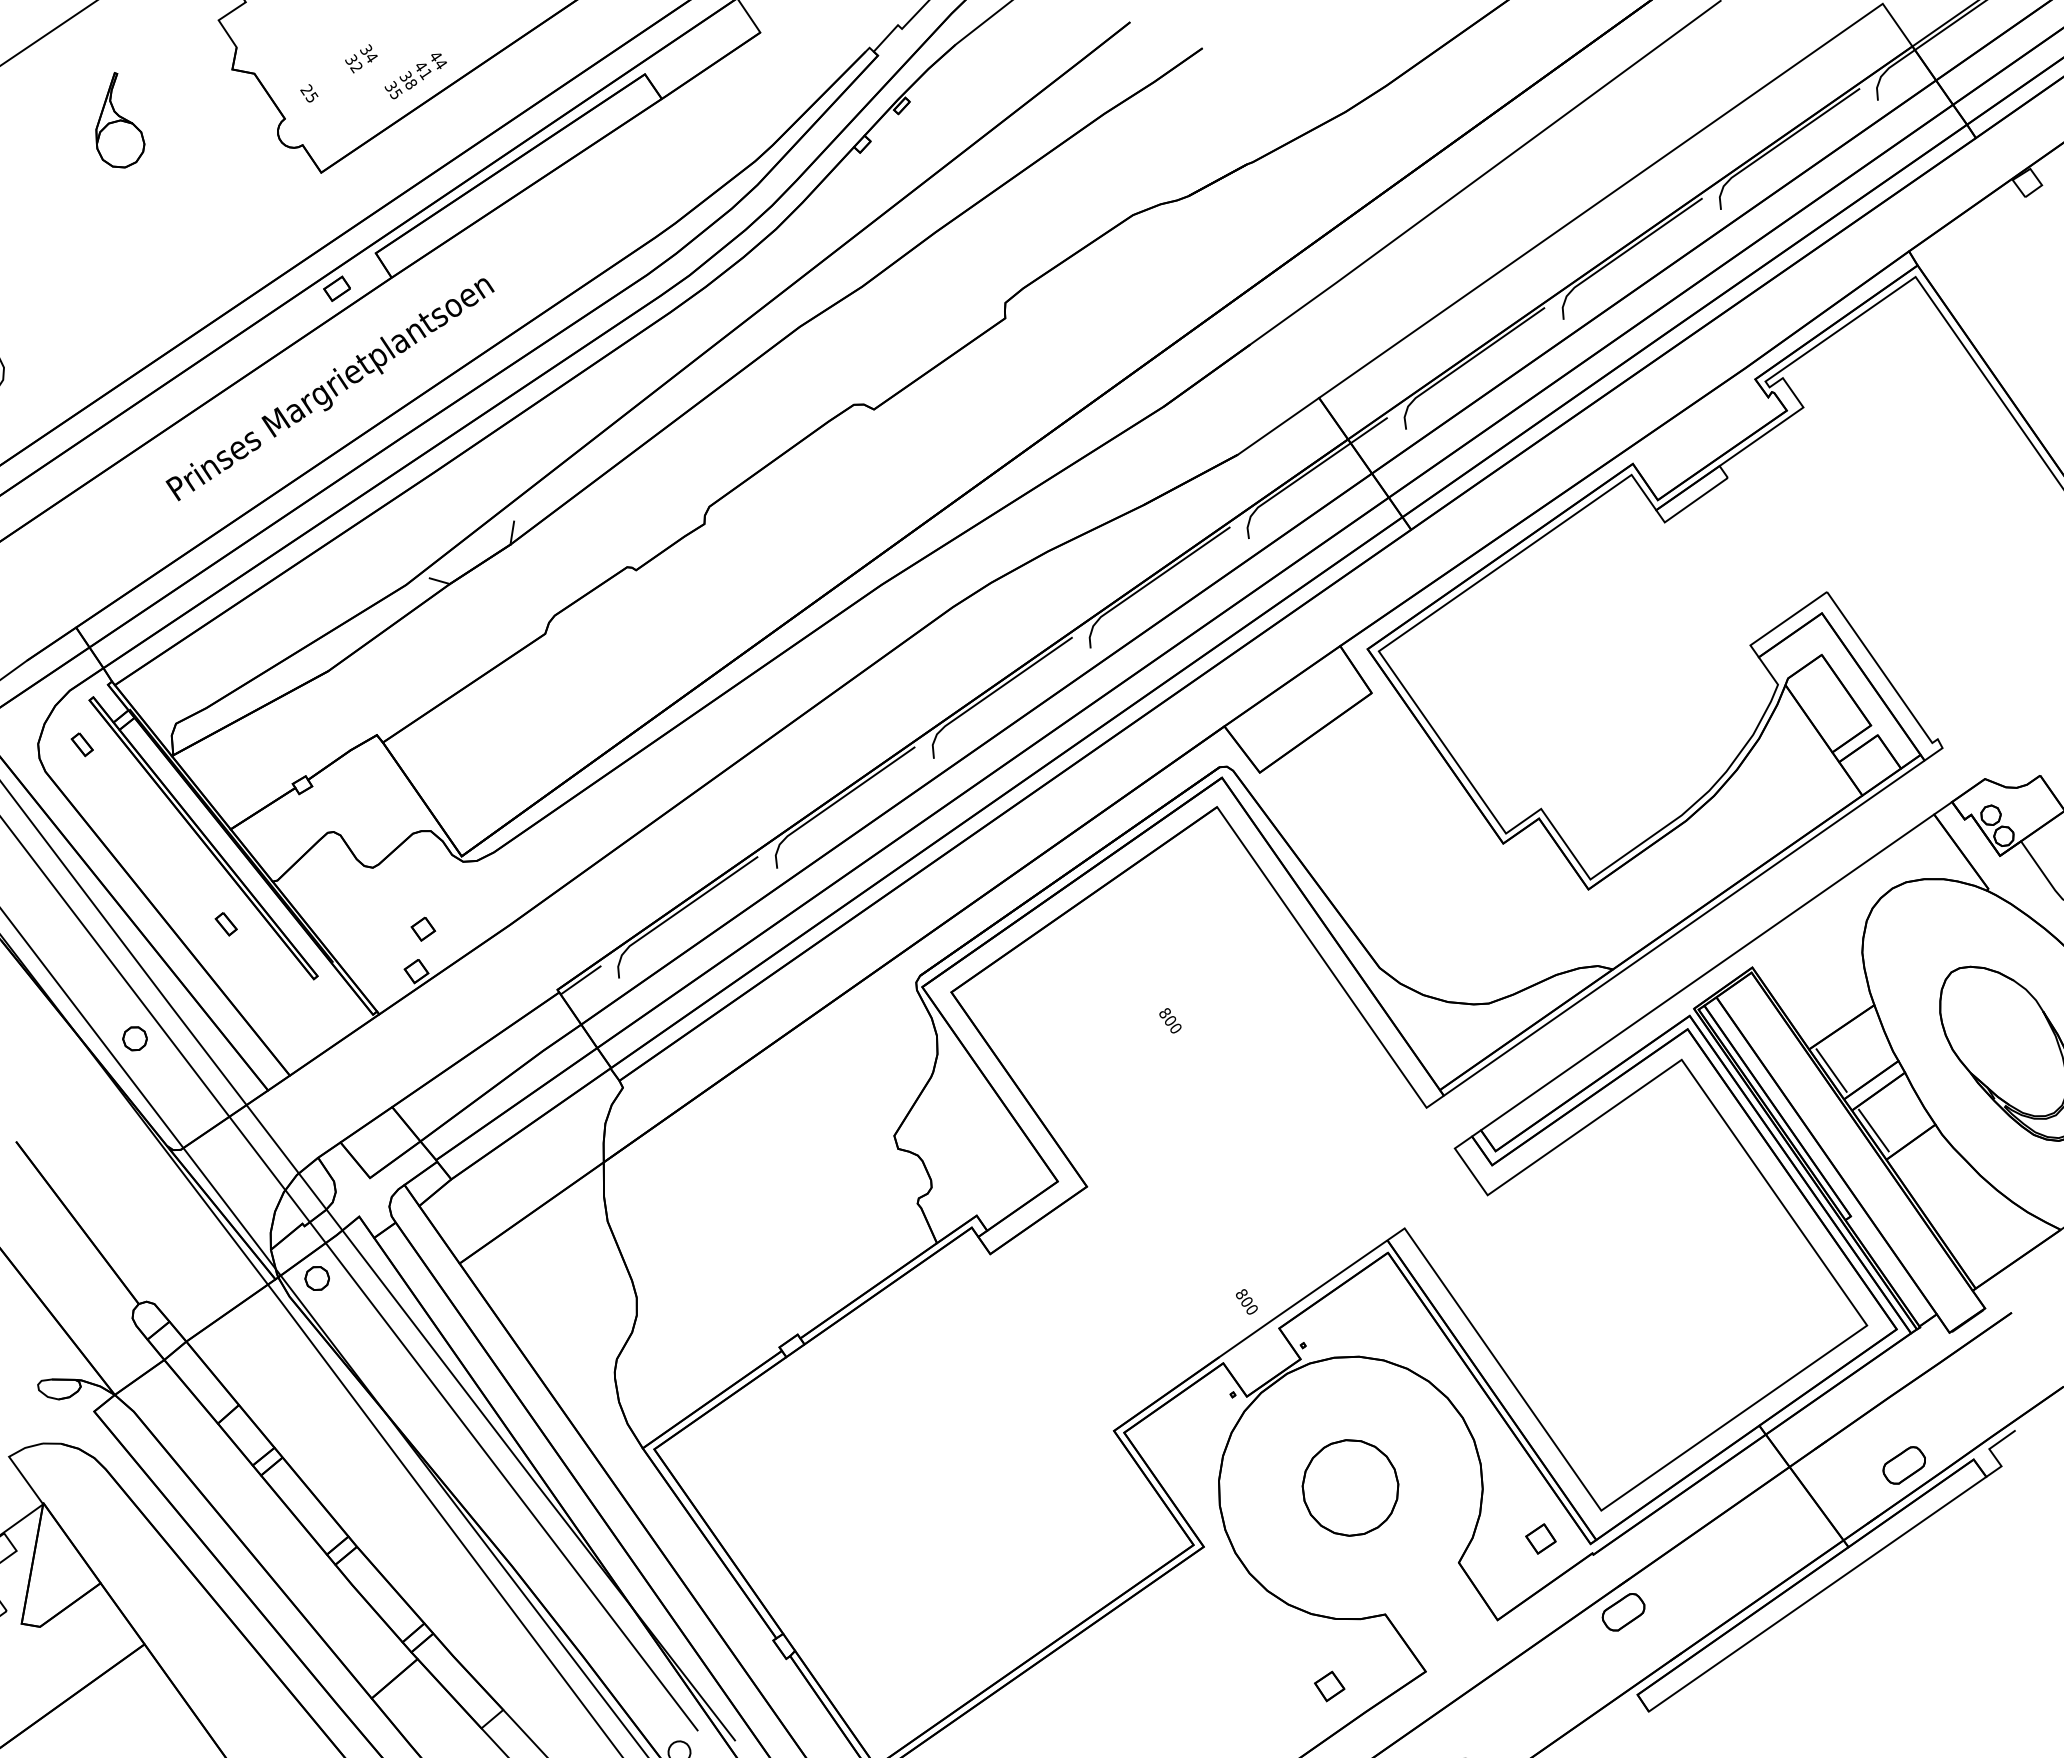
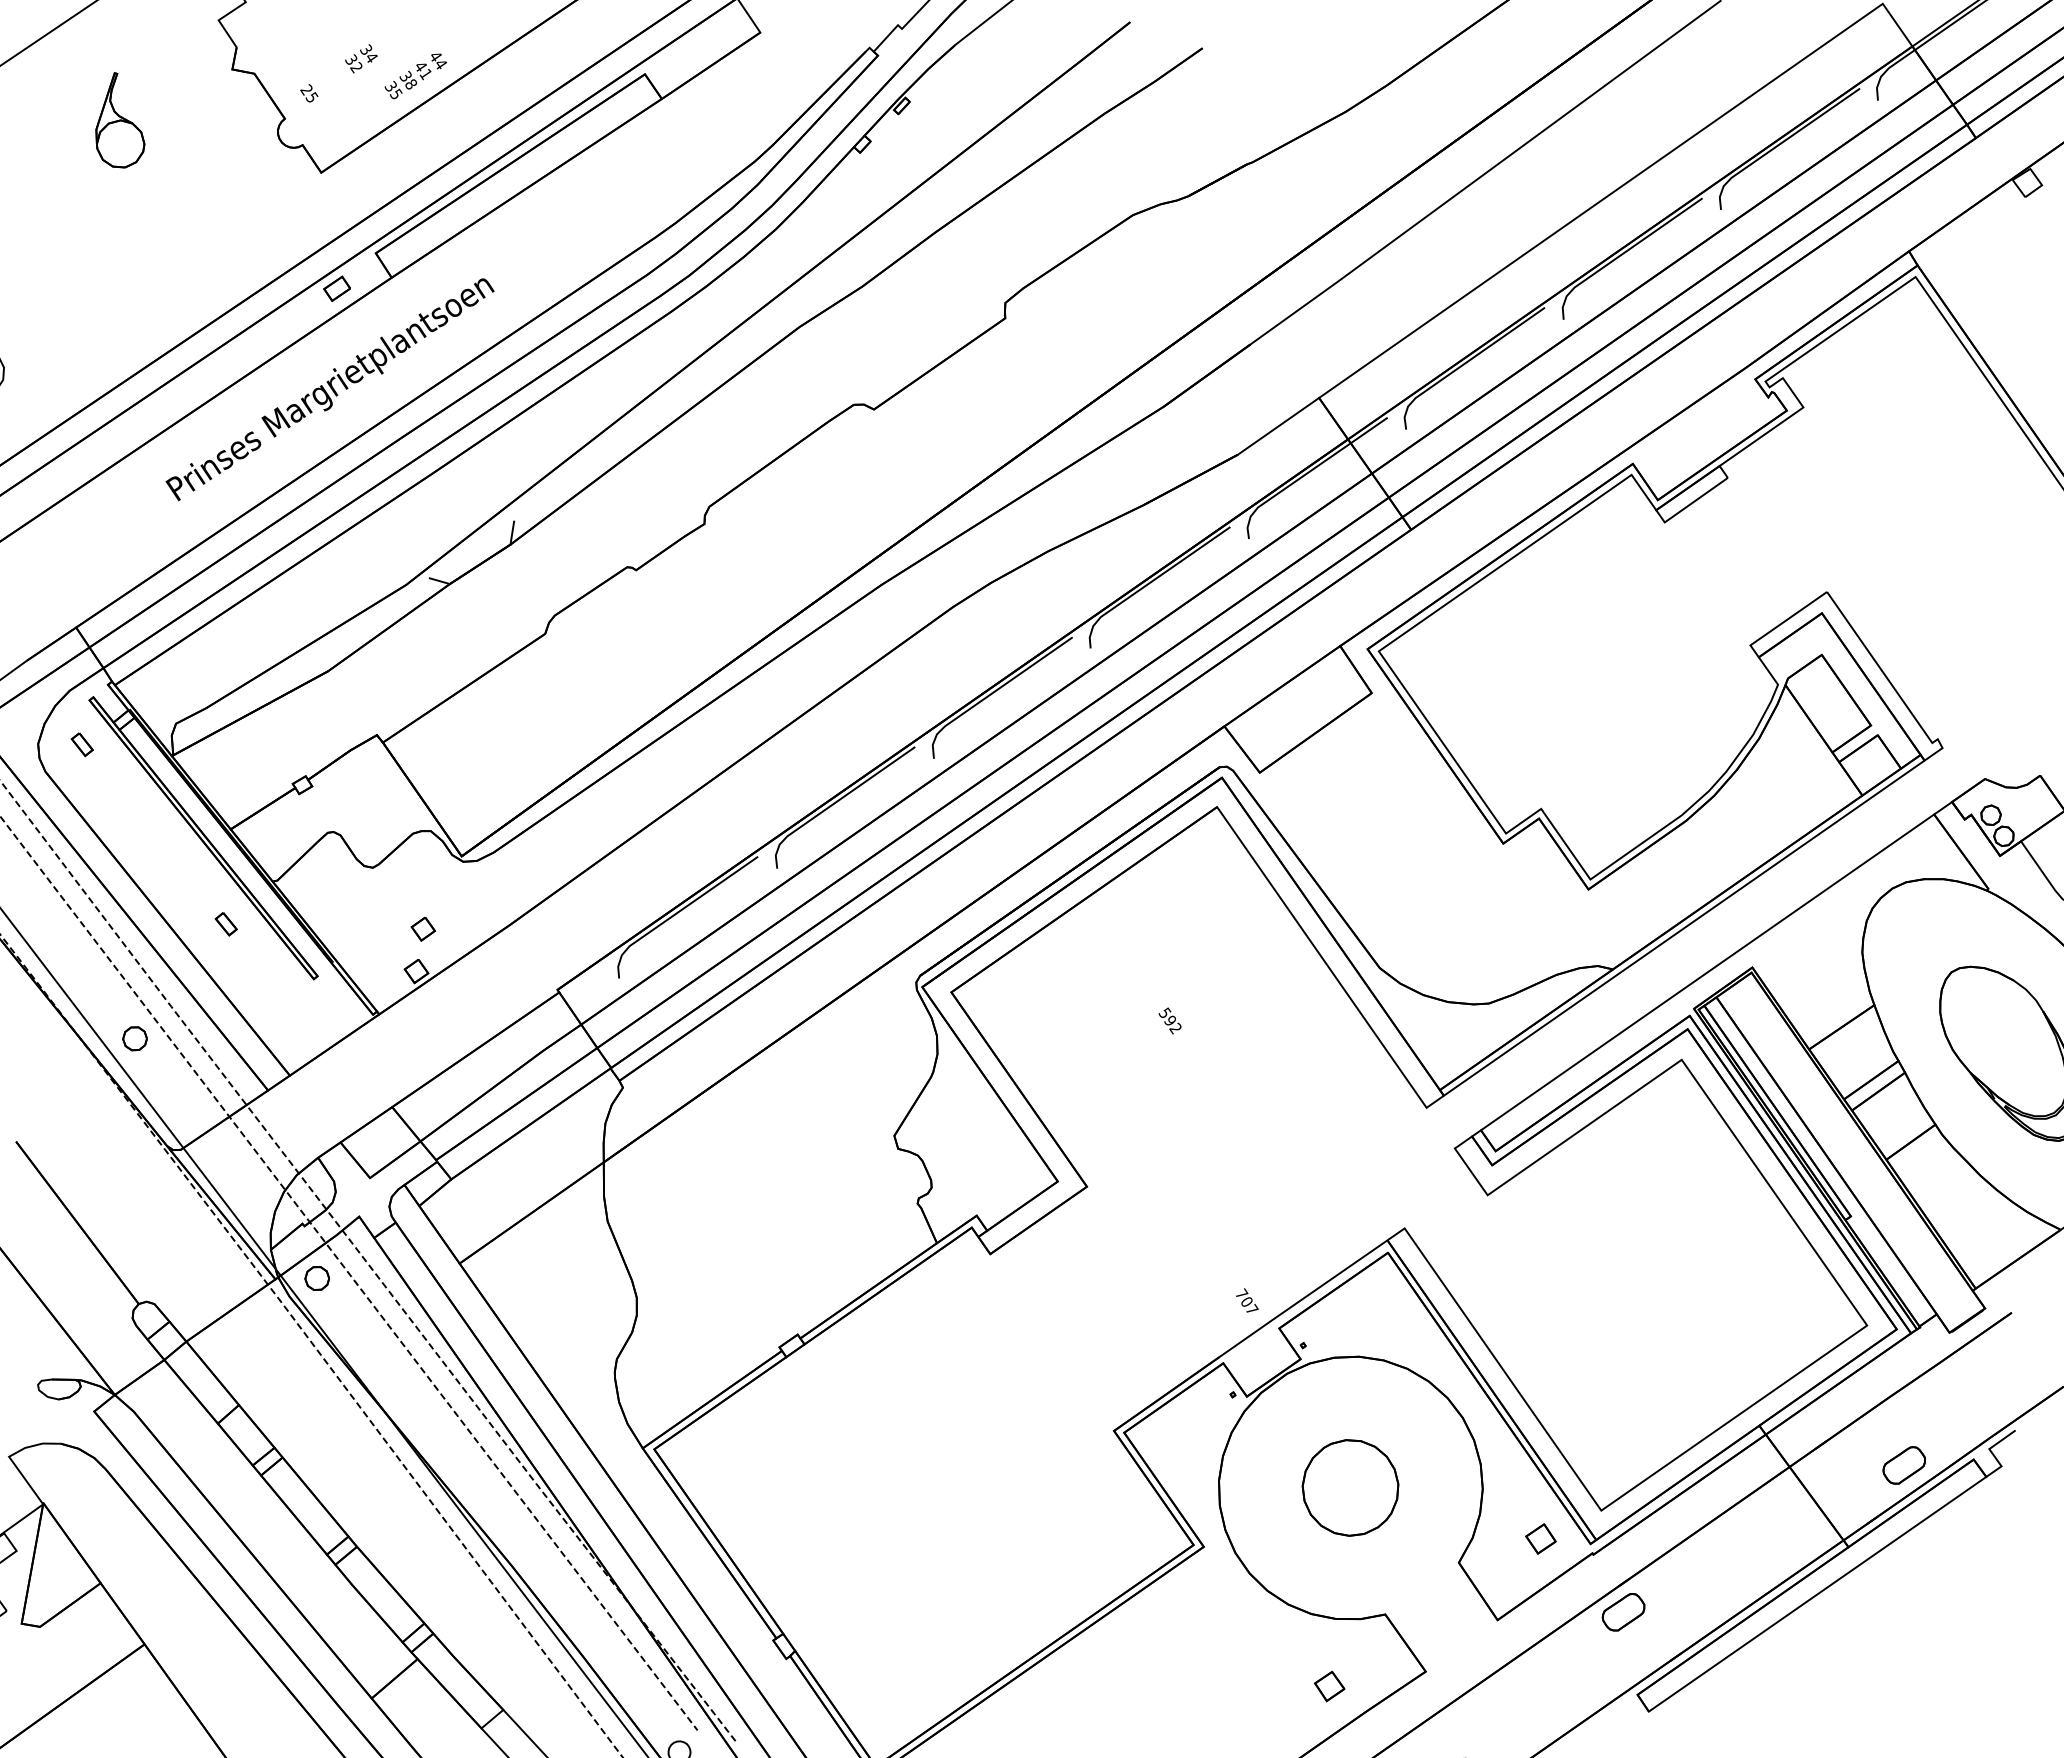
line at (580, 980): present -> none
text at (1169, 1020): 800 -> 592
line at (1831, 1070): present -> none
line at (1873, 1130): present -> none
line at (366, 1261): solid -> dashed
line at (348, 1273): solid -> dashed
text at (1247, 1301): 800 -> 707
line at (312, 1344): solid -> dashed
